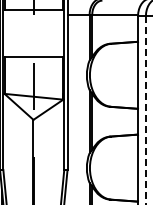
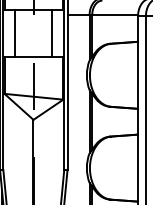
line at (15, 33): none -> present
line at (51, 33): none -> present
line at (145, 110): dashed -> solid
